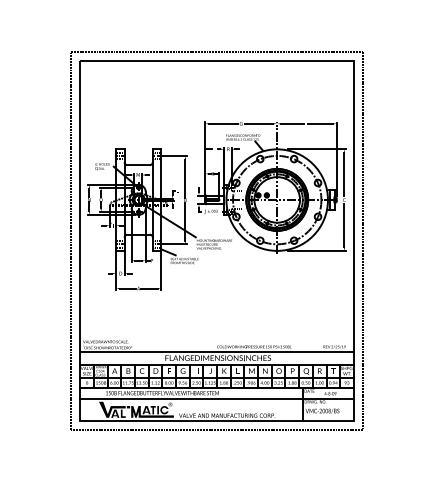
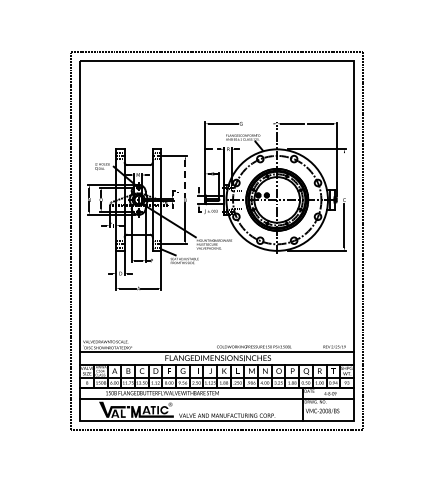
line at (258, 123): present -> none
line at (344, 174): present -> none
line at (185, 178): solid -> dashed
